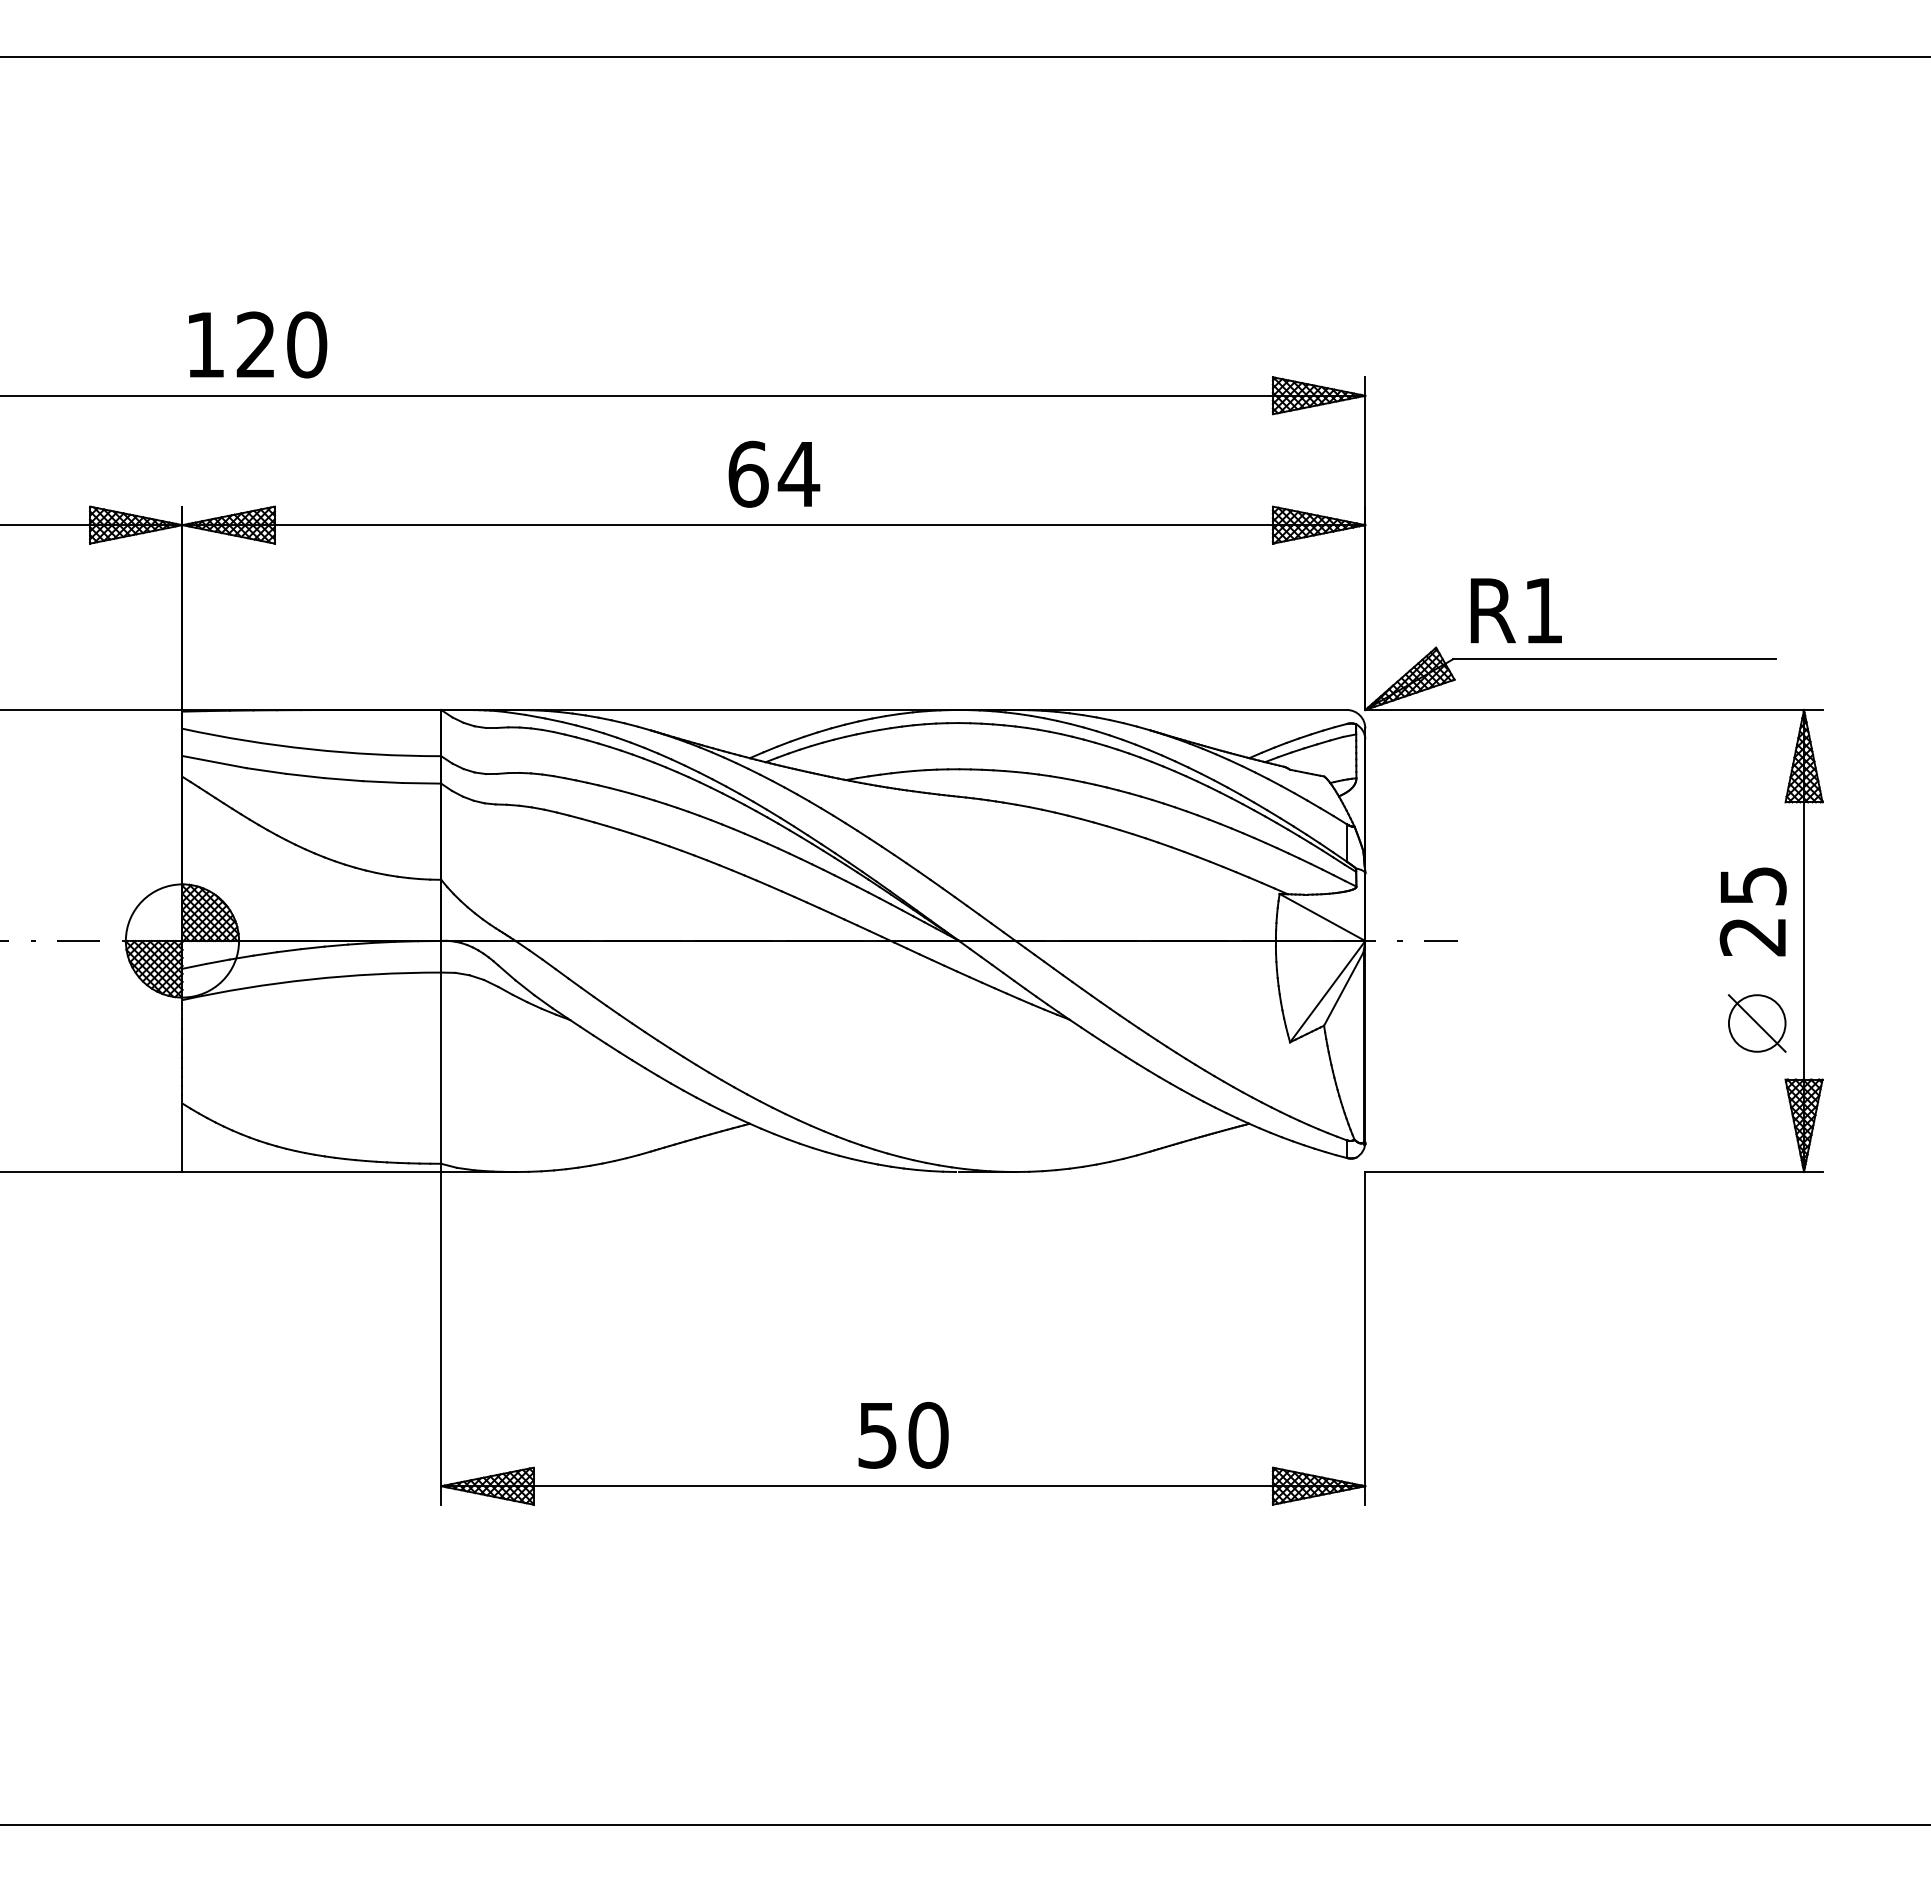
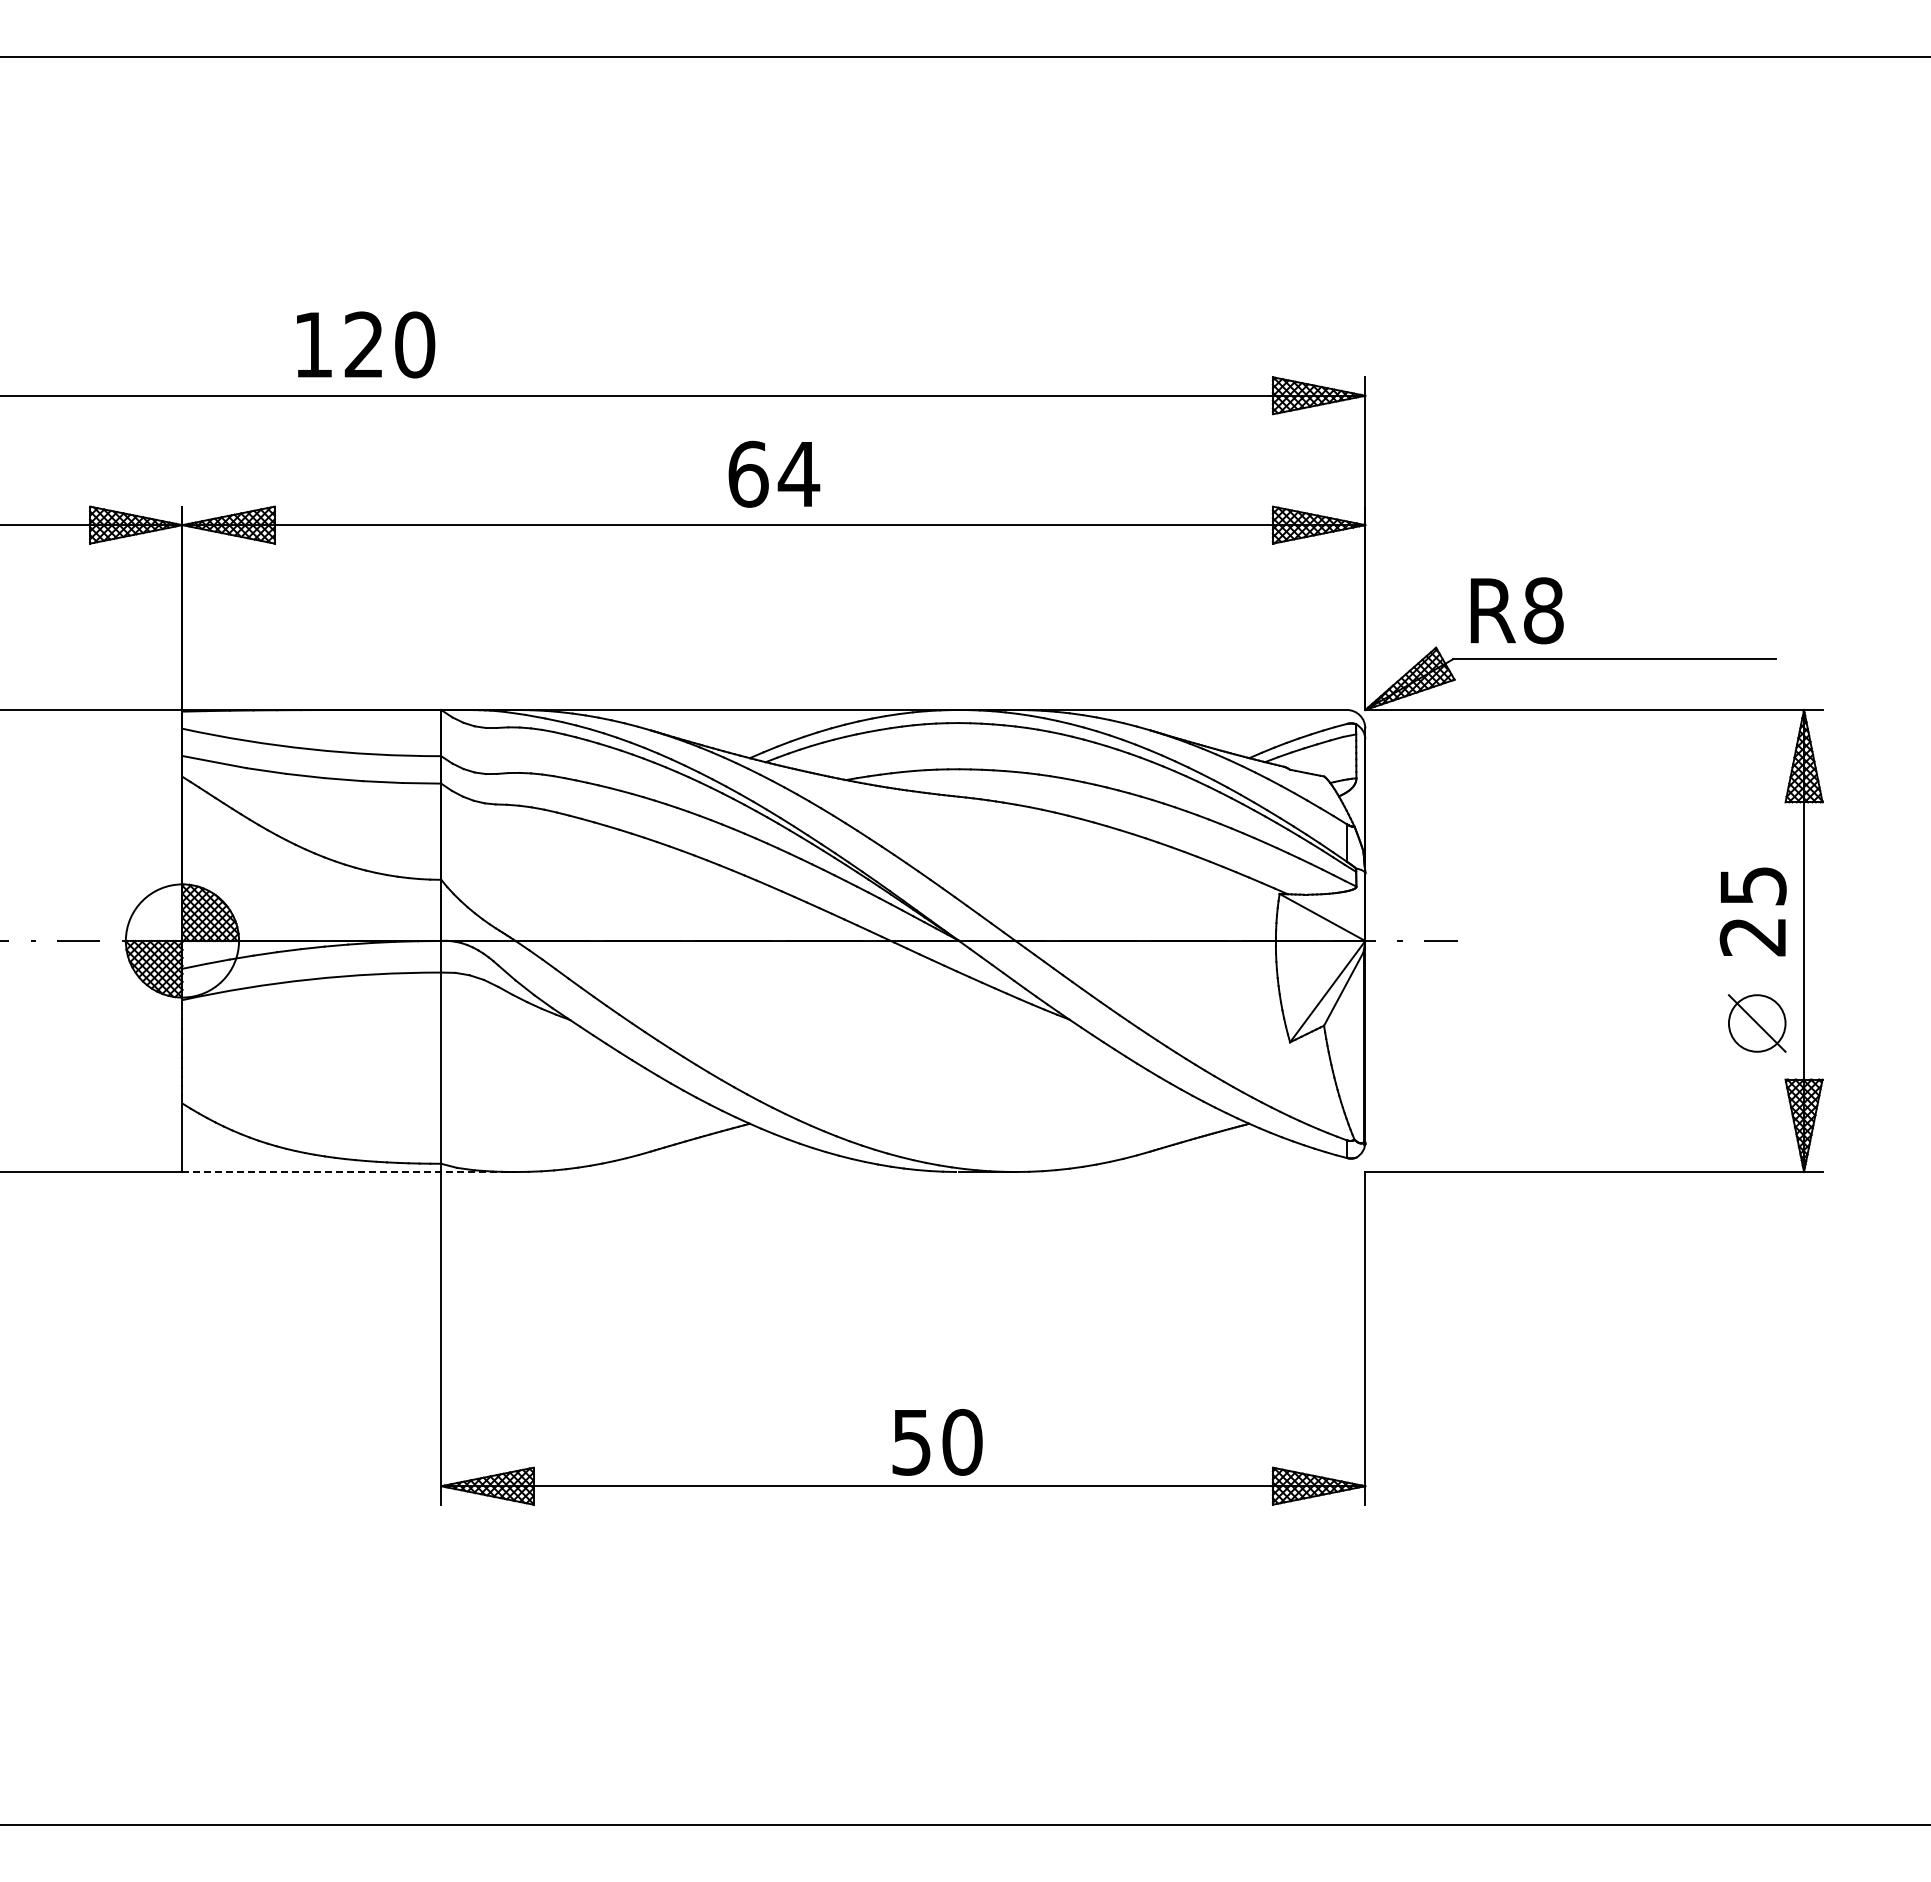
text at (258, 344) position: (258, 344) -> (366, 344)
text at (1543, 610): R1 -> R8
line at (349, 1172): solid -> dashed
text at (903, 1435) position: (903, 1435) -> (937, 1442)
